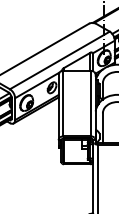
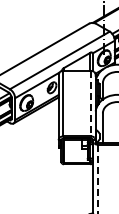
line at (90, 103): solid -> dashed
line at (98, 179): solid -> dashed
